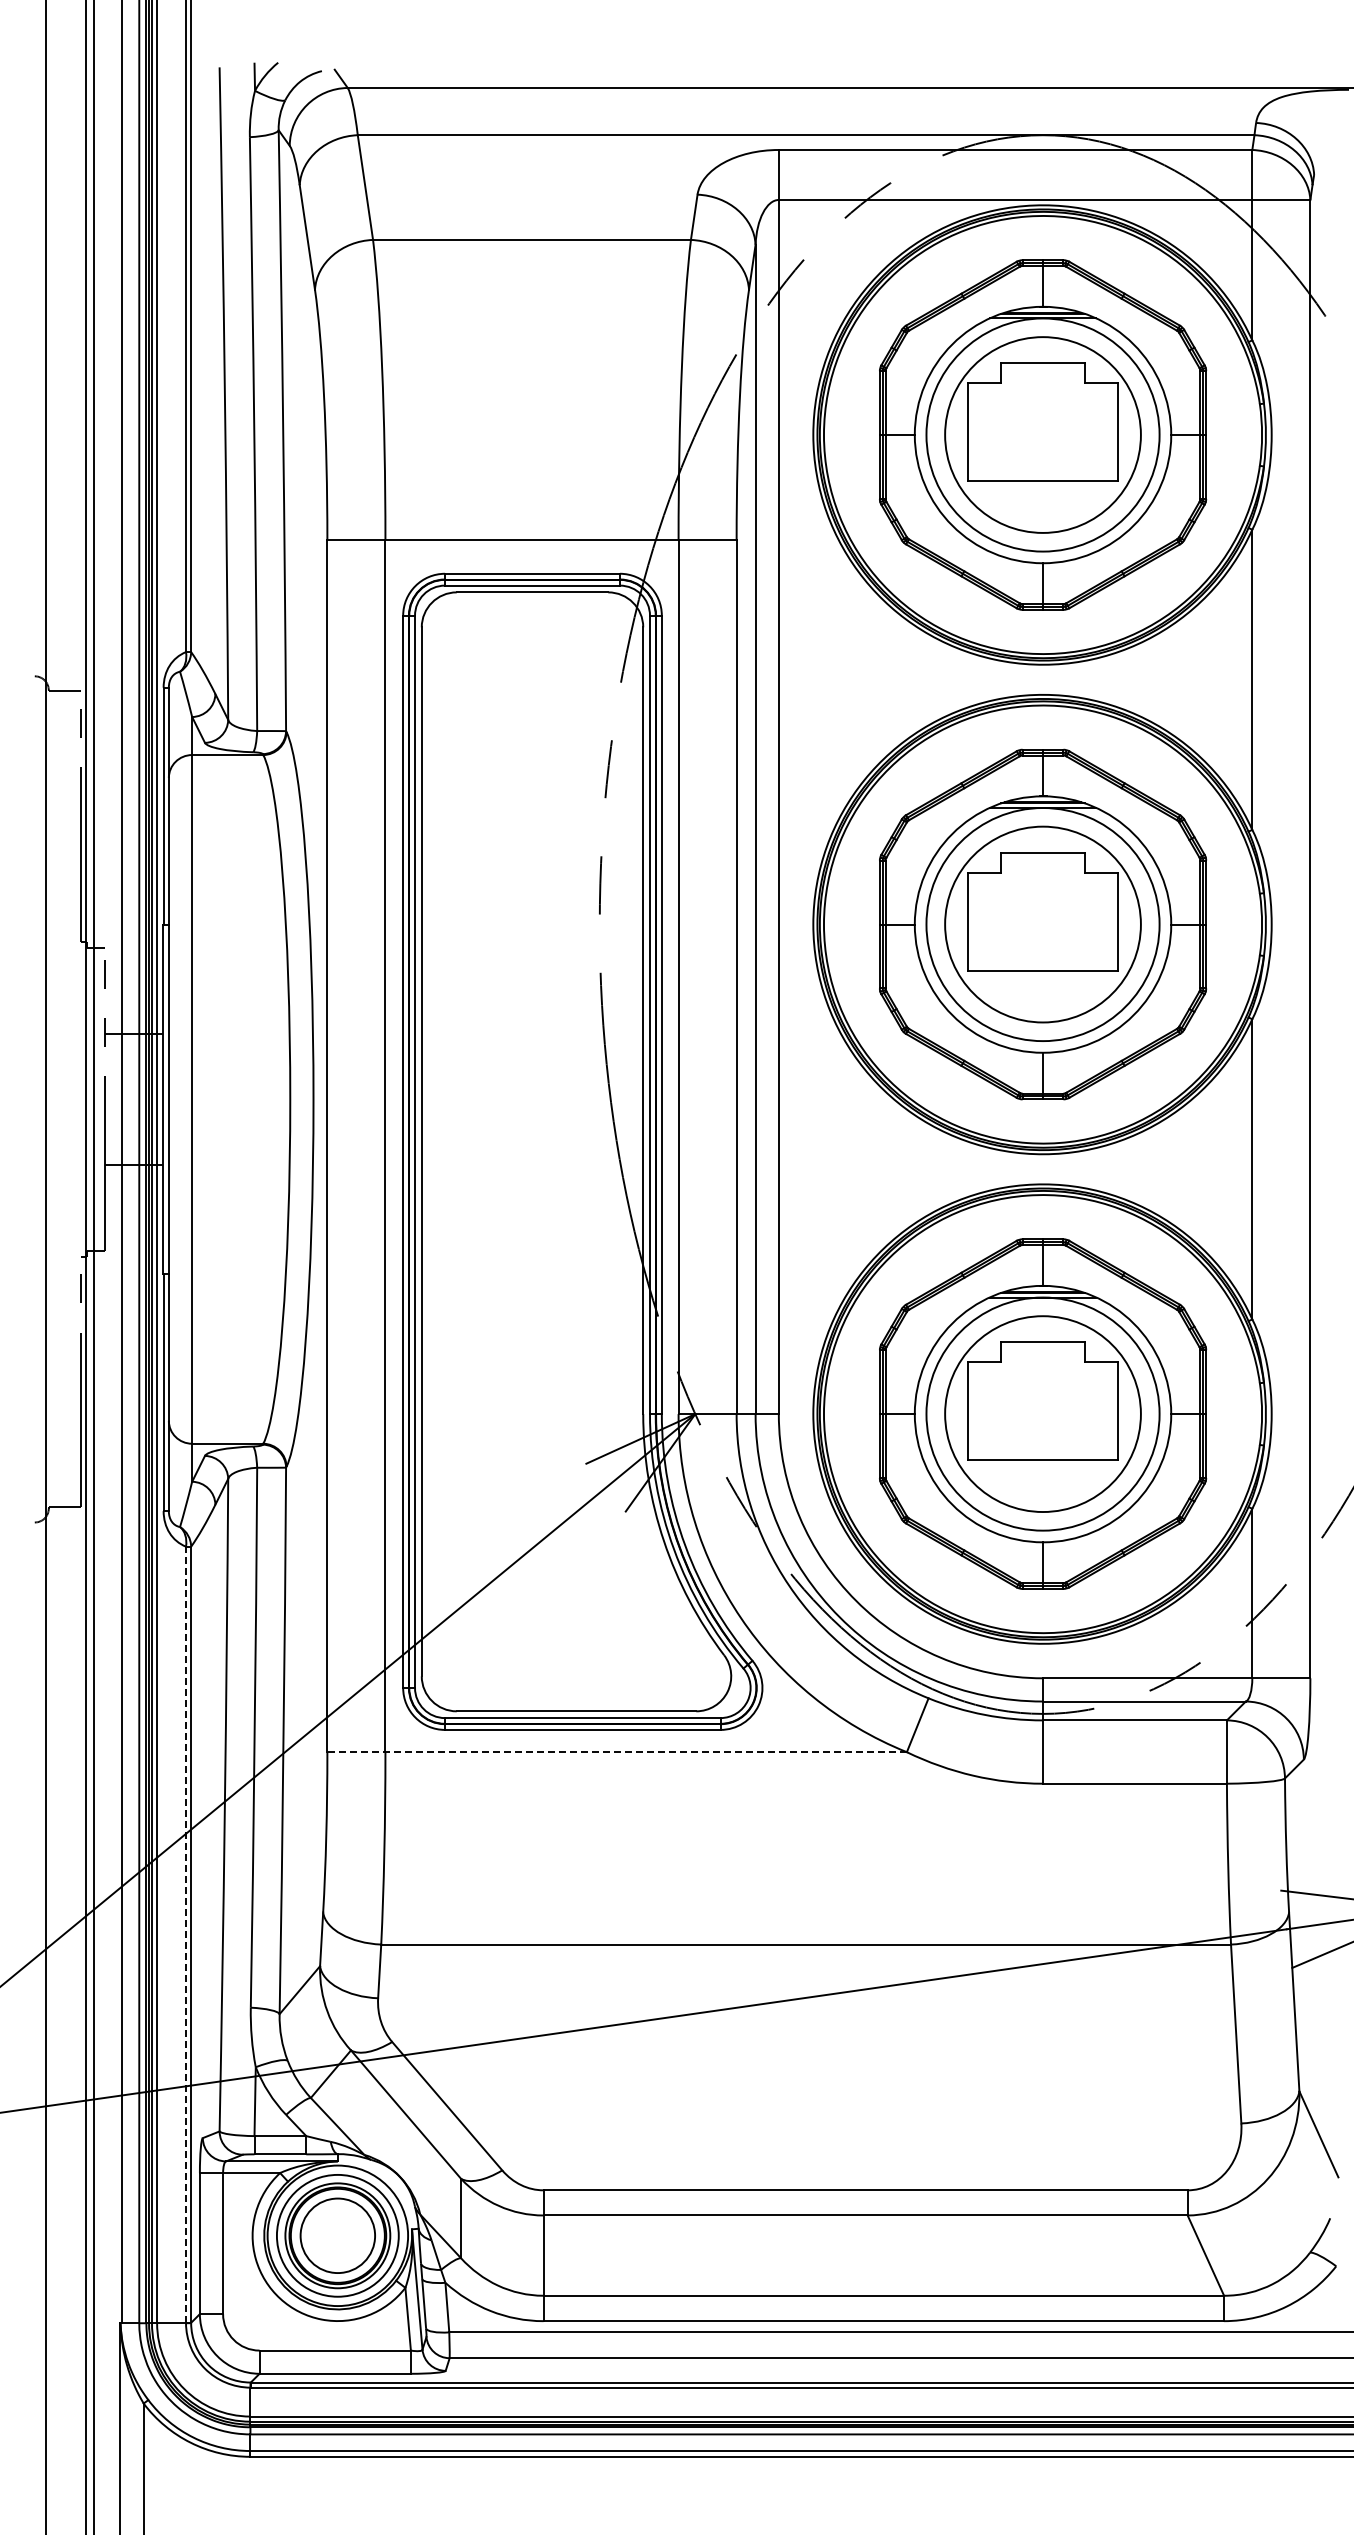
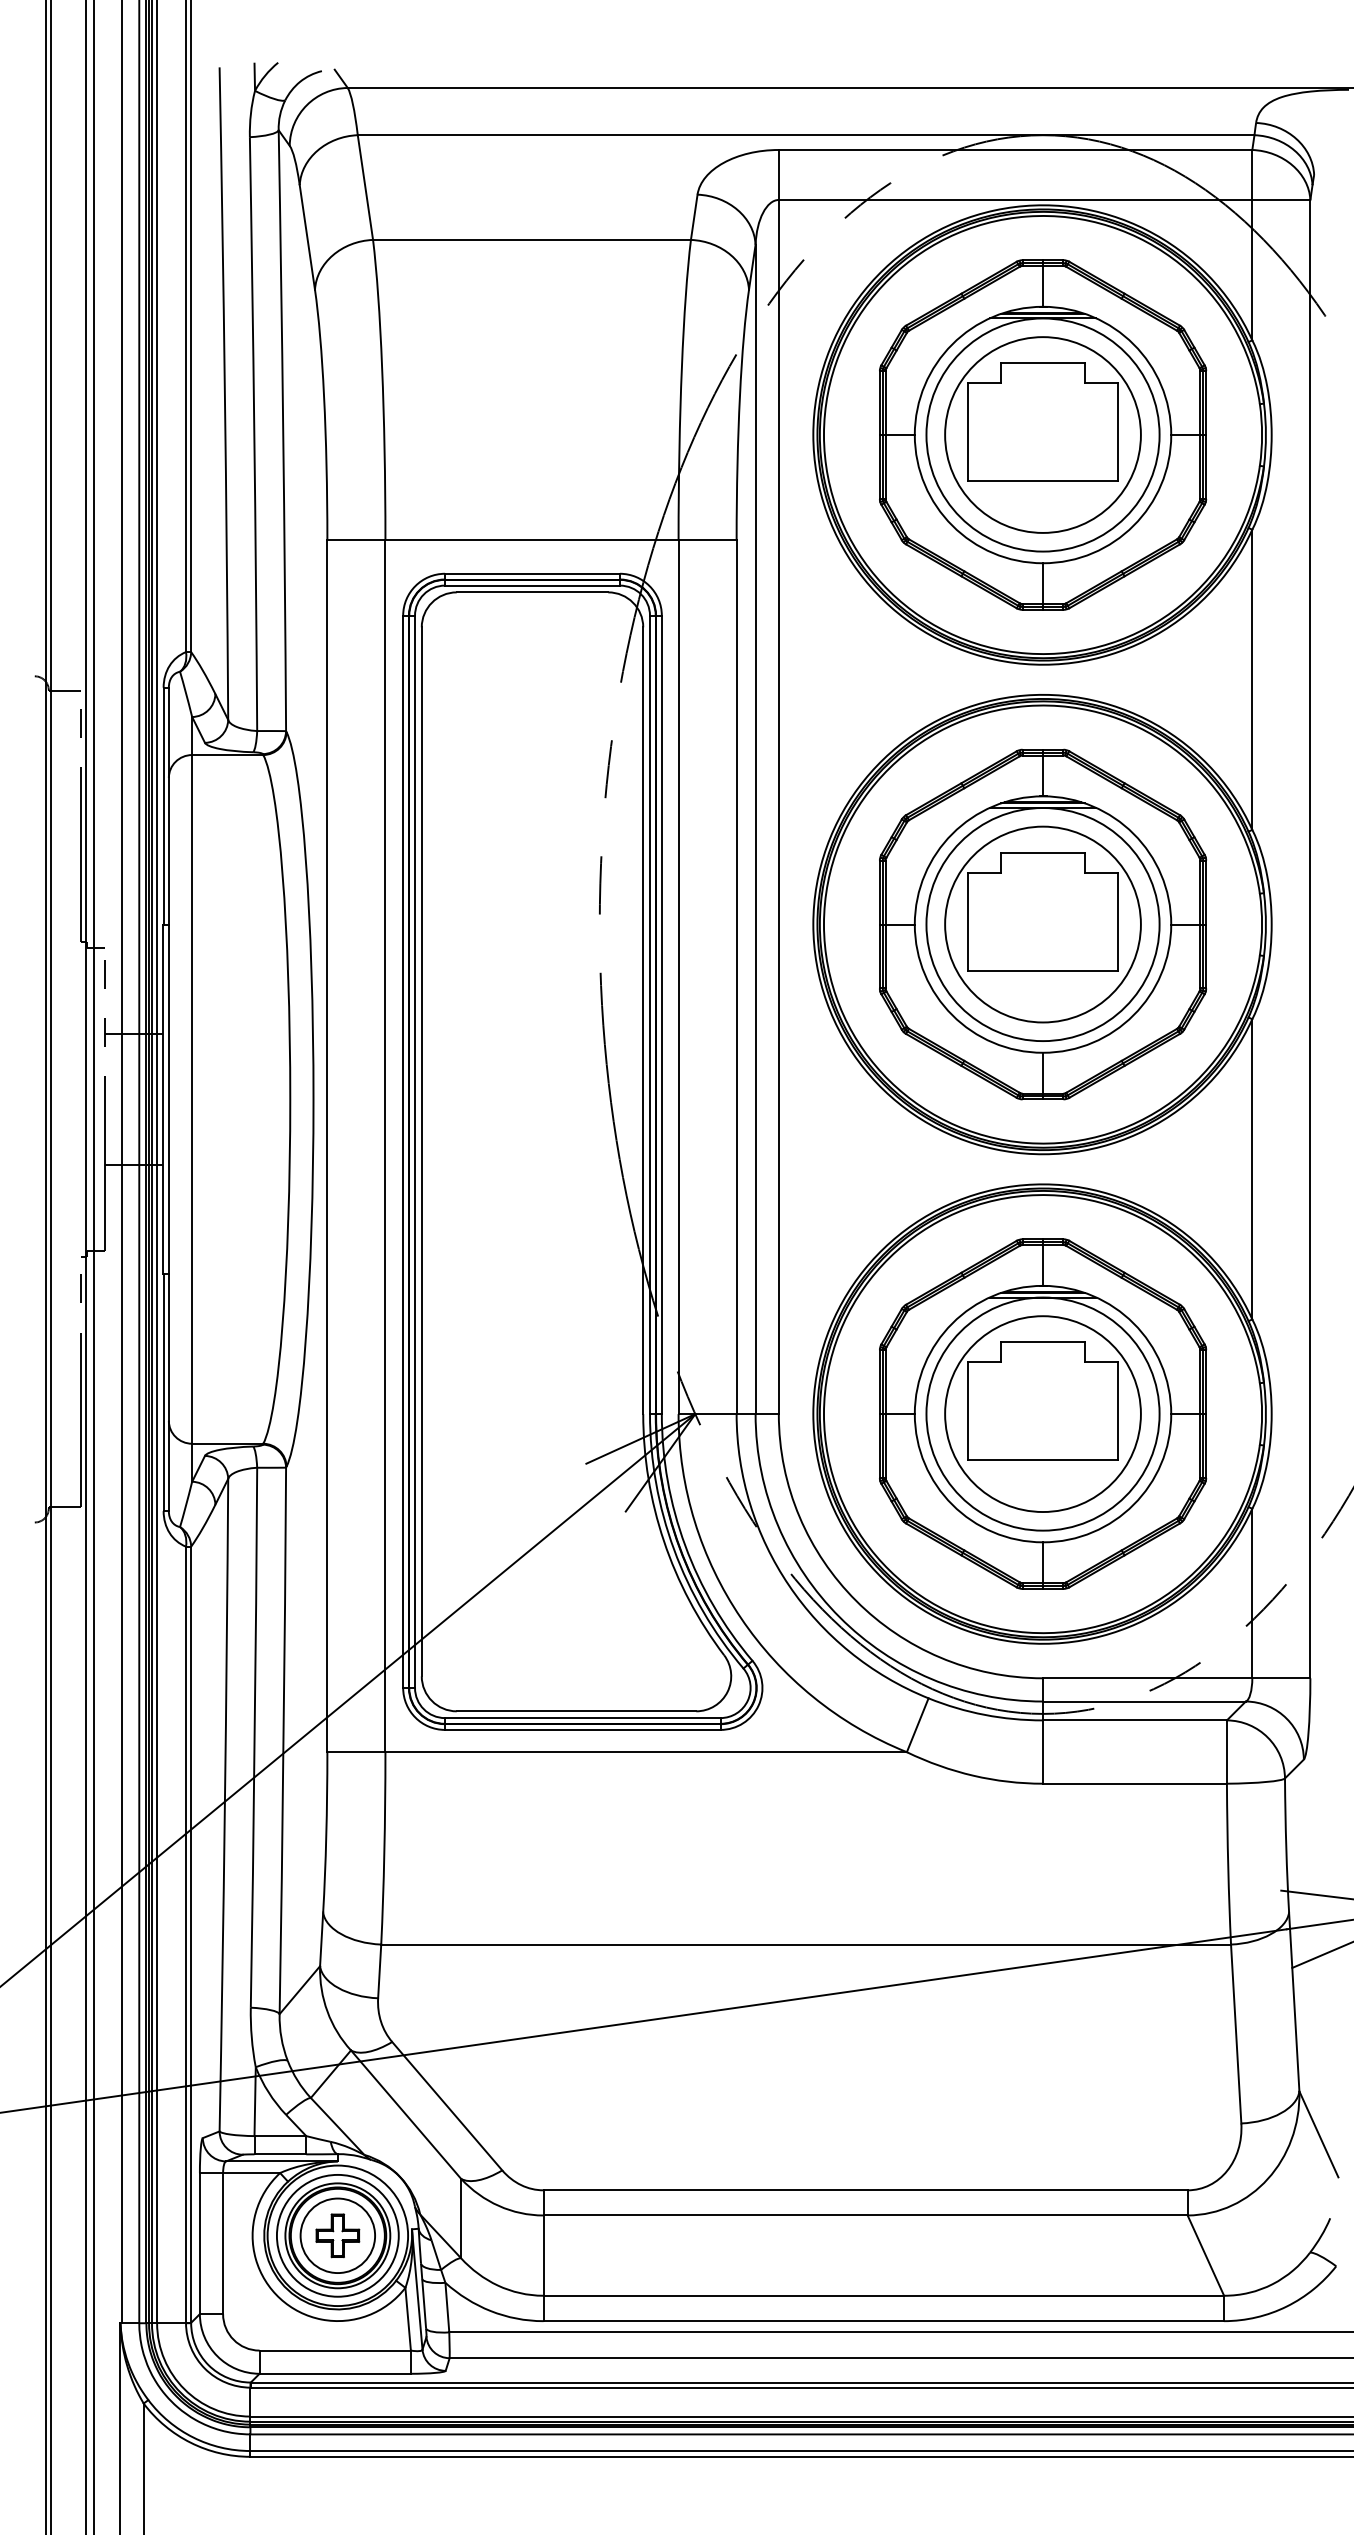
line at (51, 1266): none -> present
line at (617, 1752): dashed -> solid
line at (186, 1934): dashed -> solid
part at (337, 2235): none -> present
